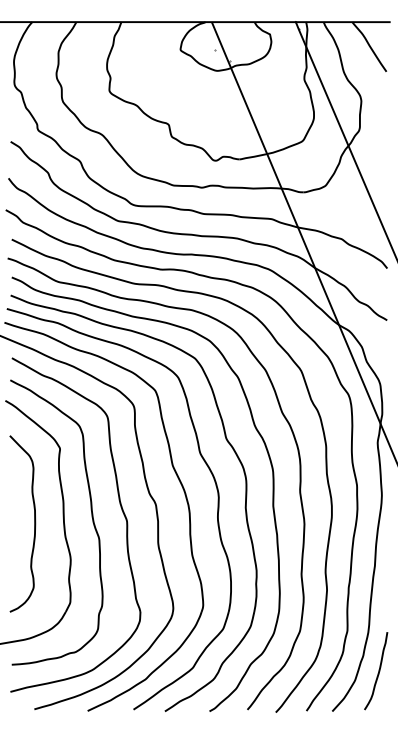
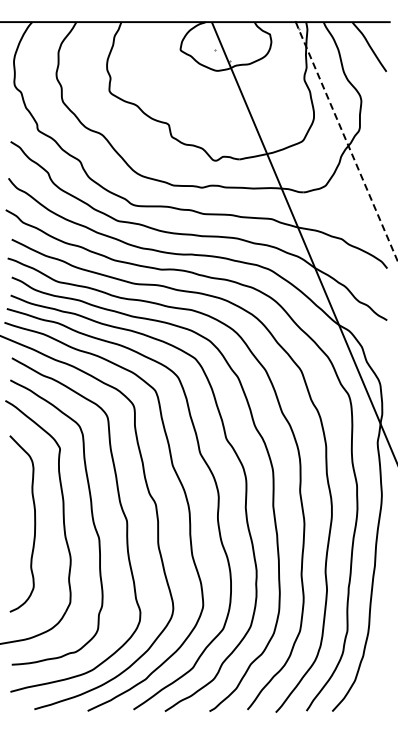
line at (346, 141): solid -> dashed
curve at (378, 671): present -> none
